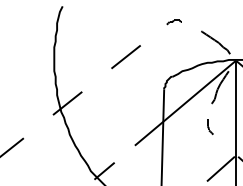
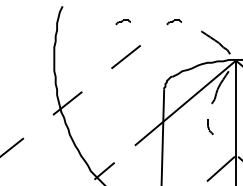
curve at (122, 22): none -> present
